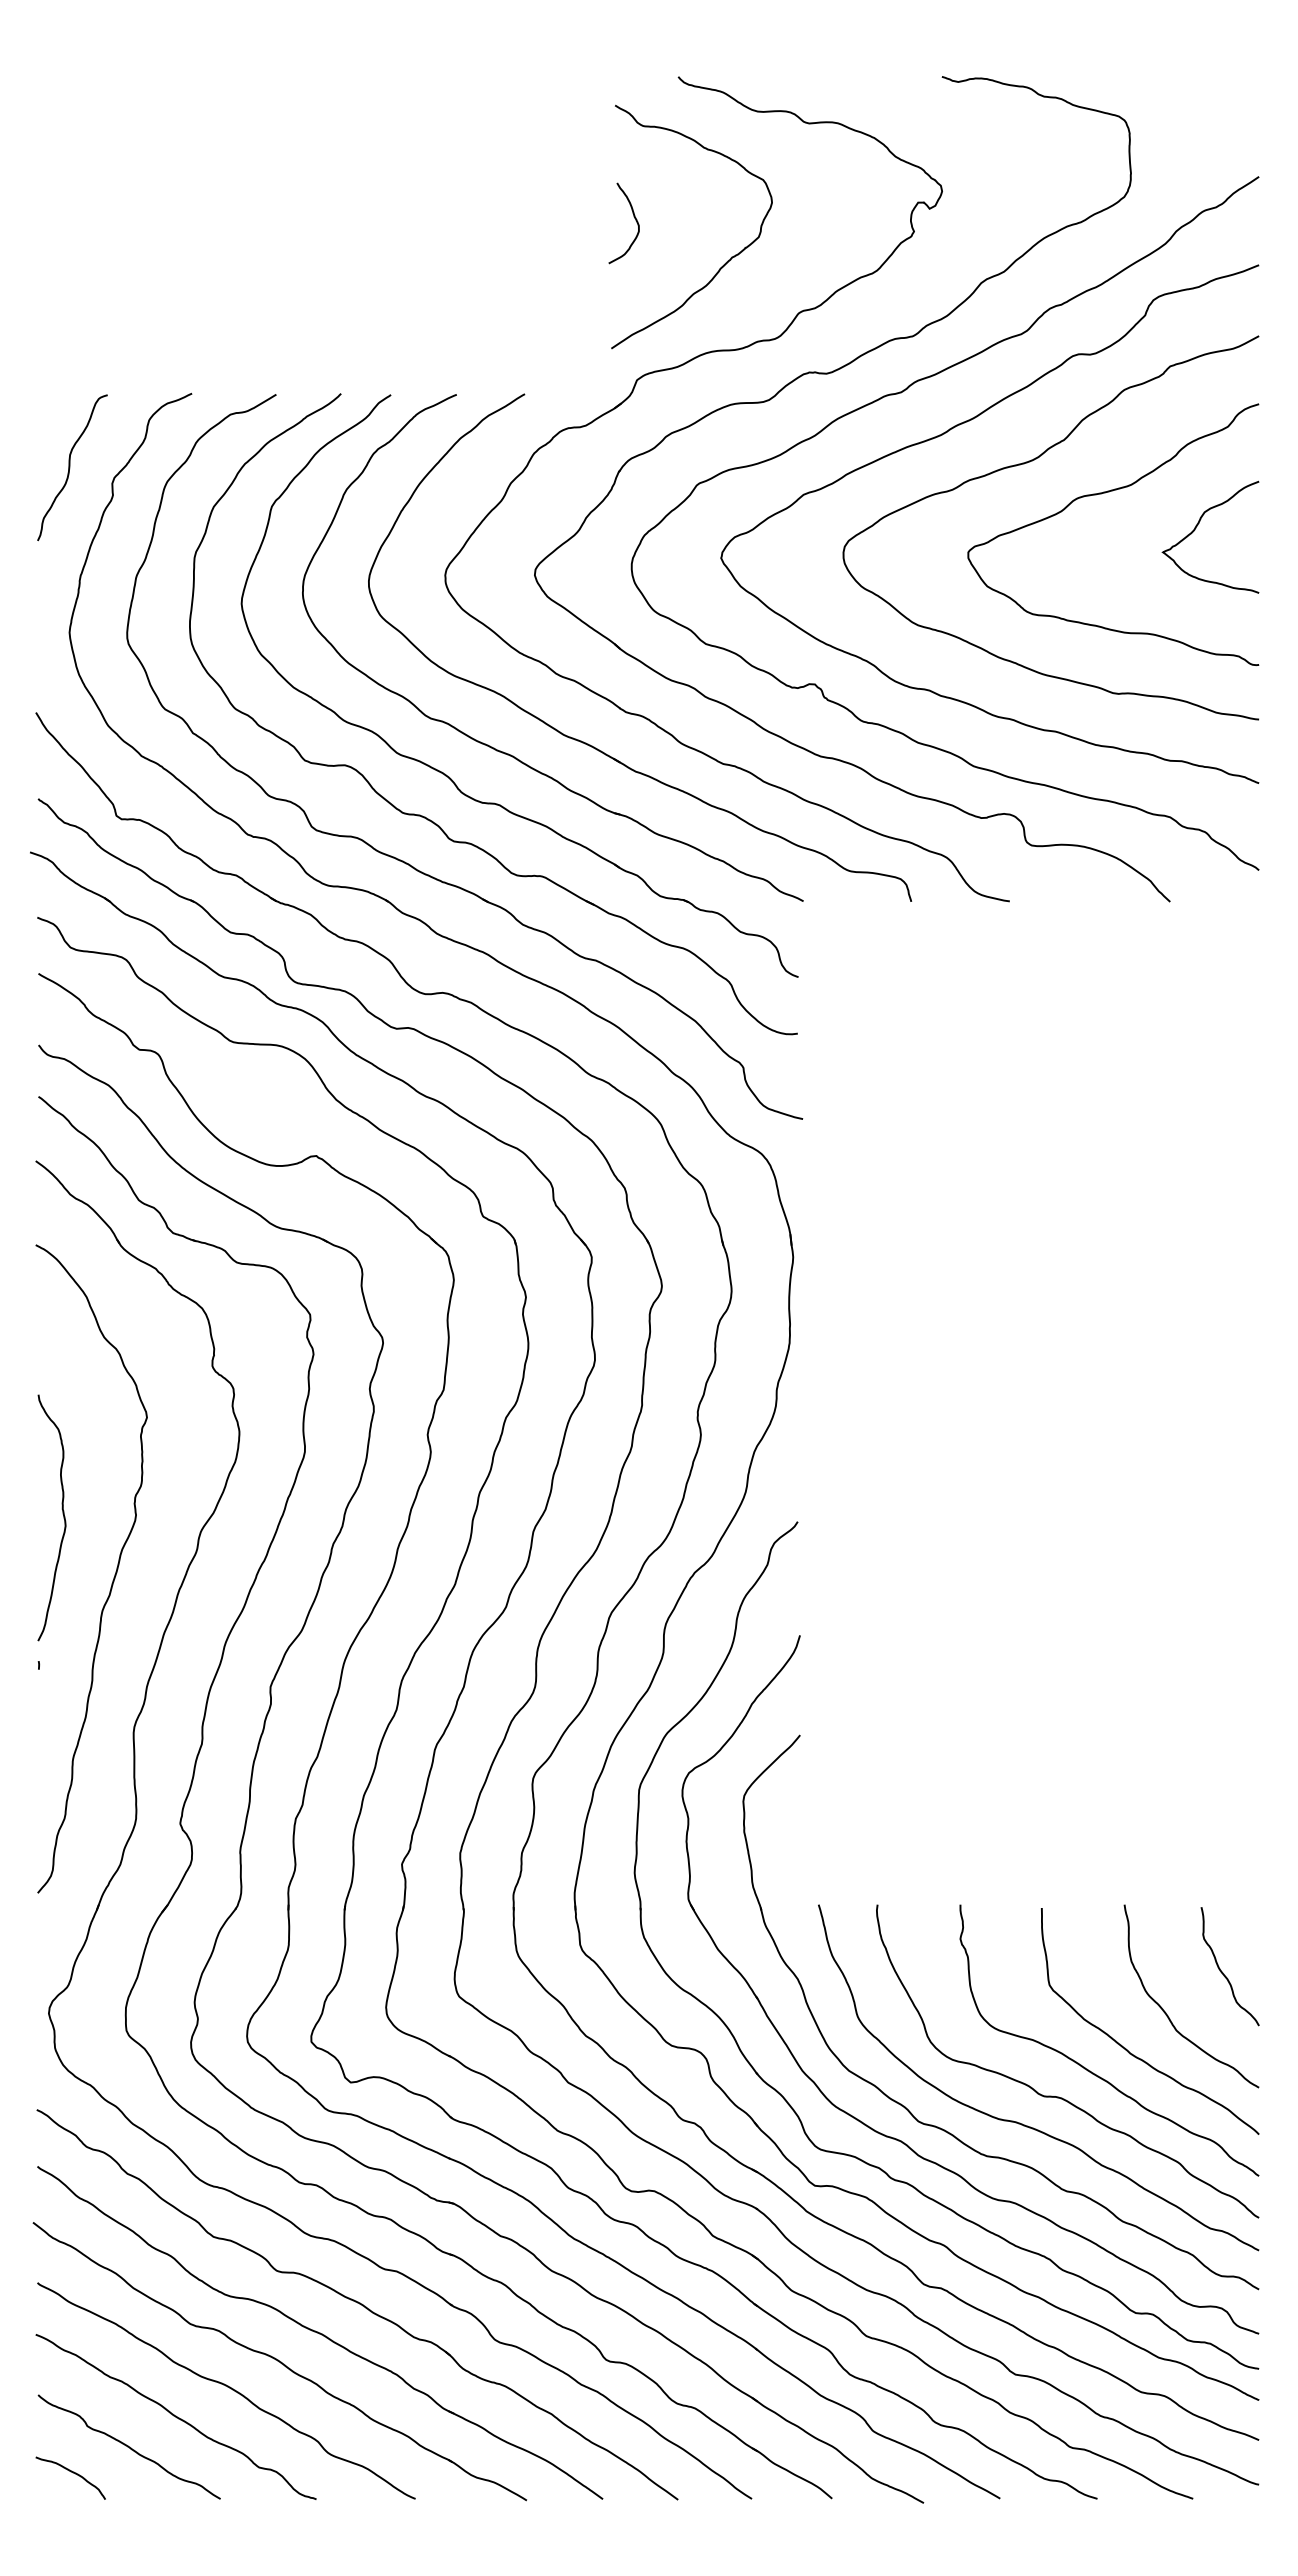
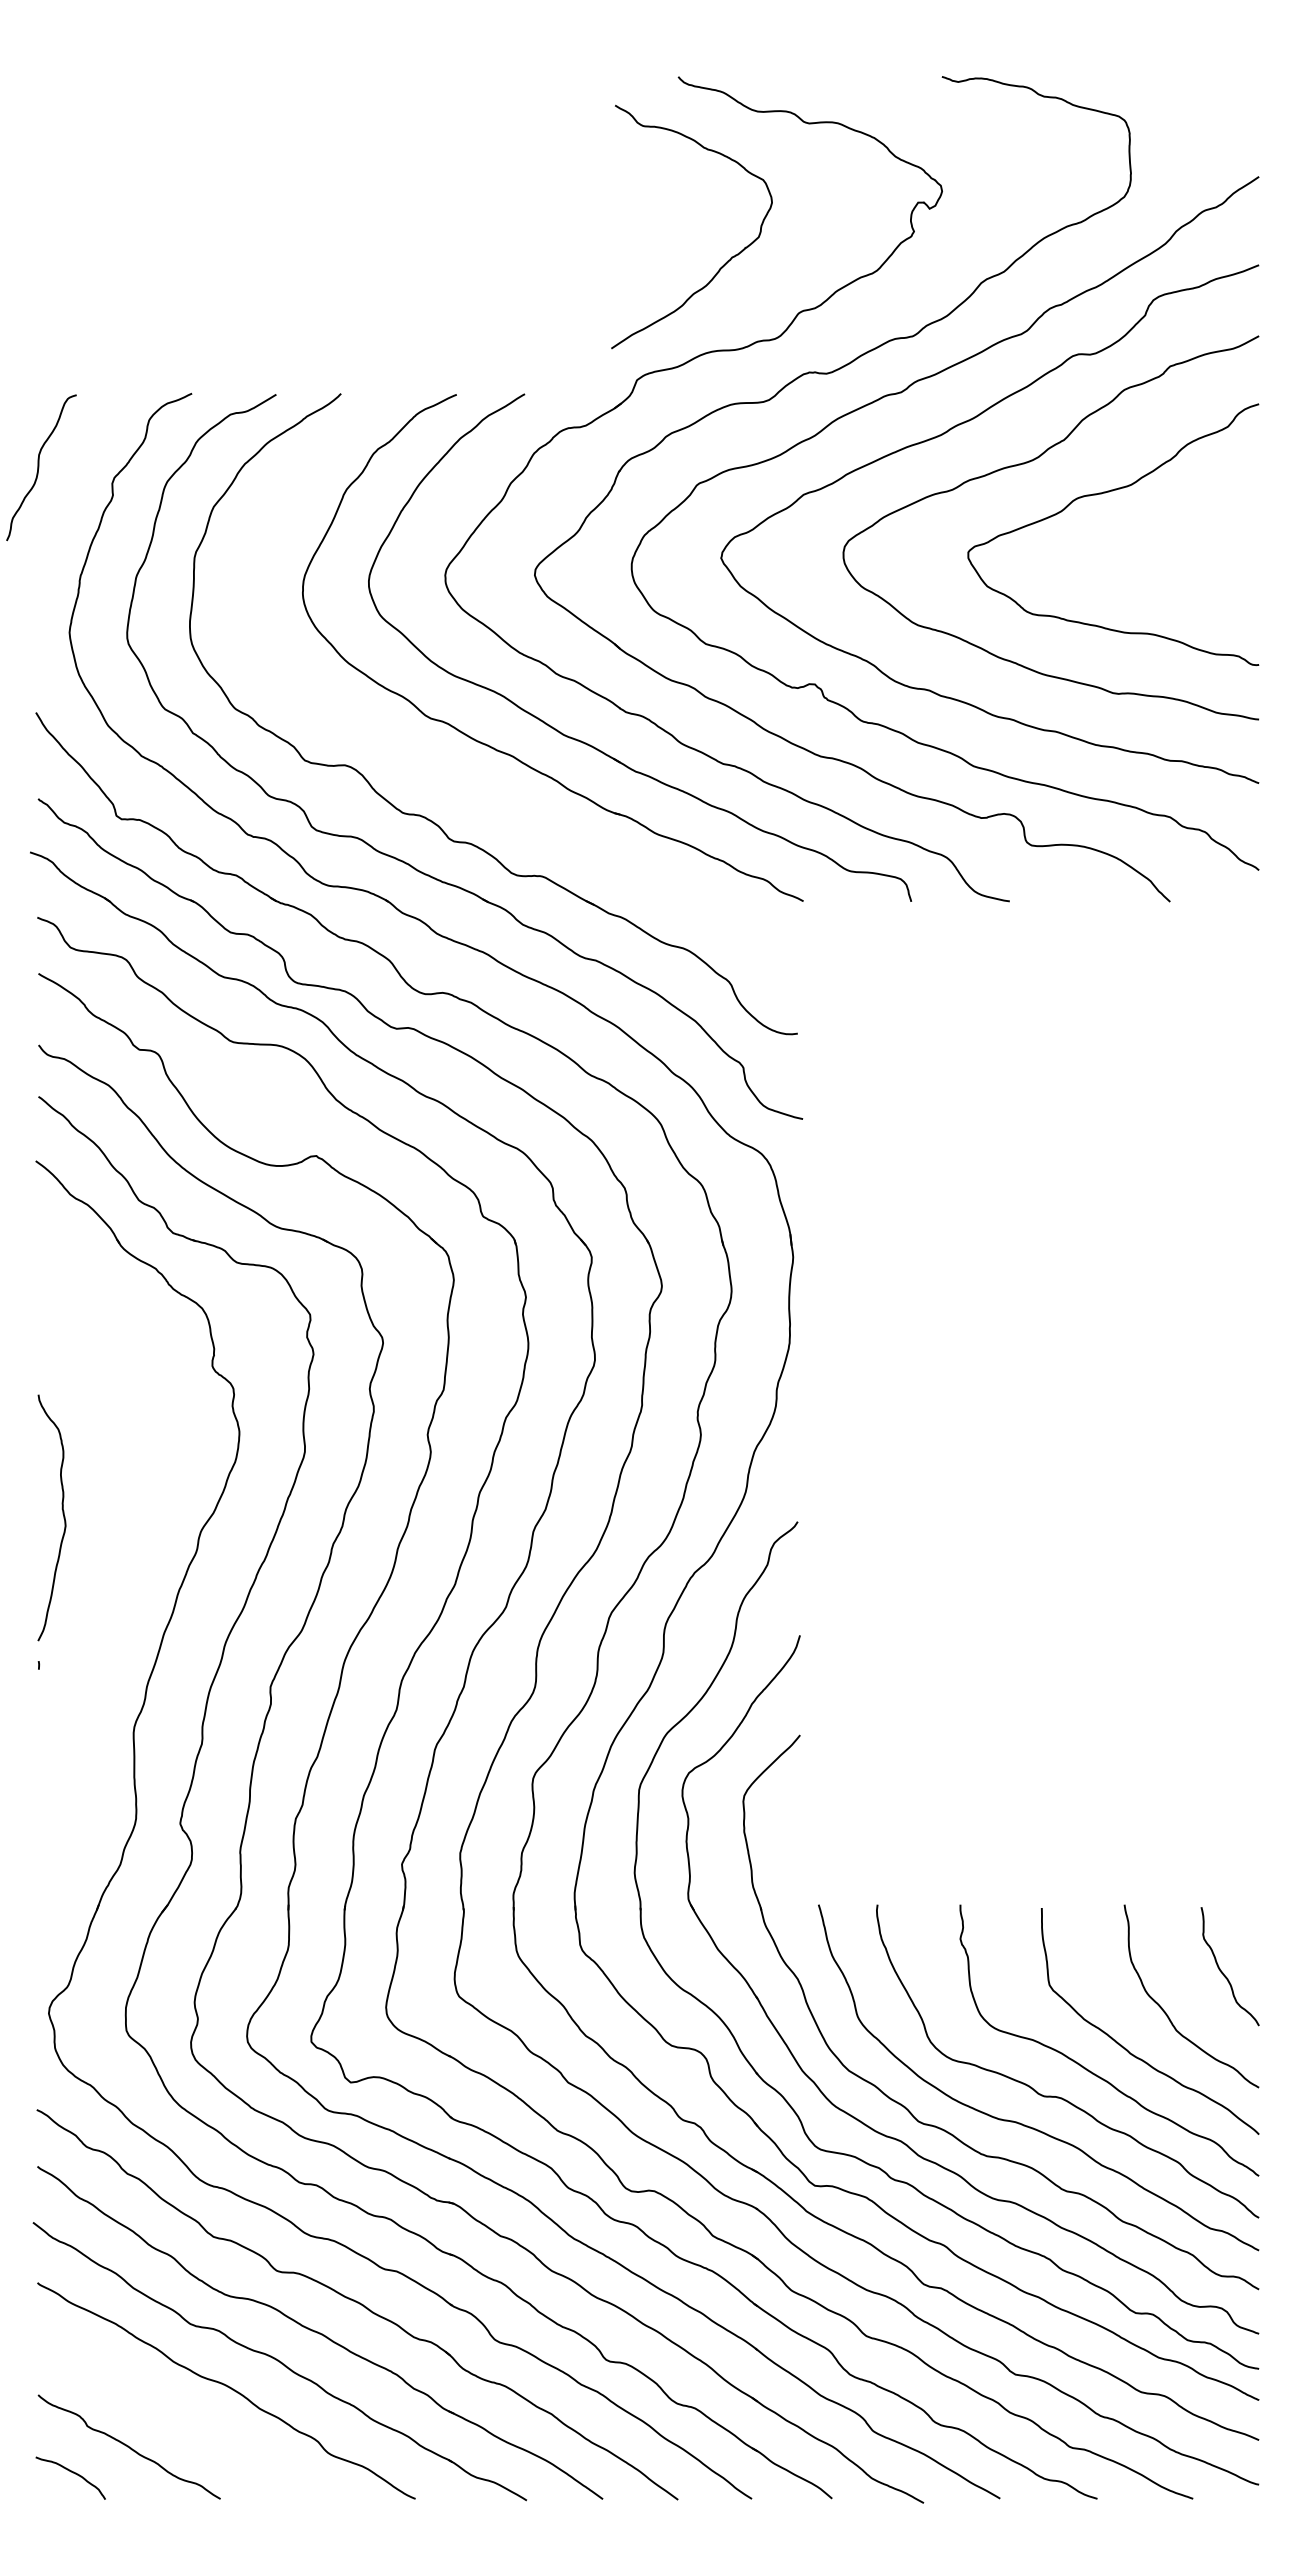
curve at (634, 218): present -> none
curve at (70, 467) position: (70, 467) -> (39, 467)
curve at (1196, 528): present -> none
part at (449, 776): present -> none
curve at (114, 1574): present -> none
curve at (175, 2416): present -> none
